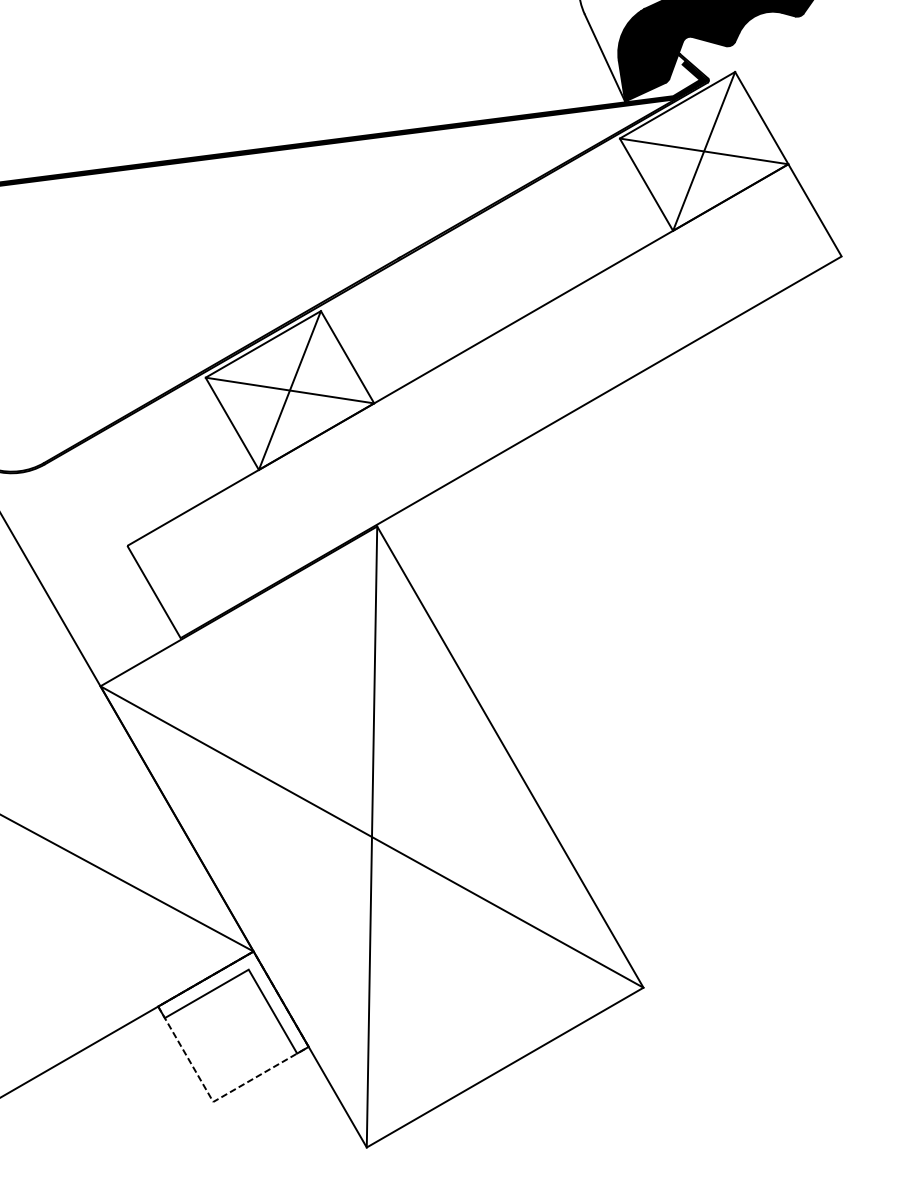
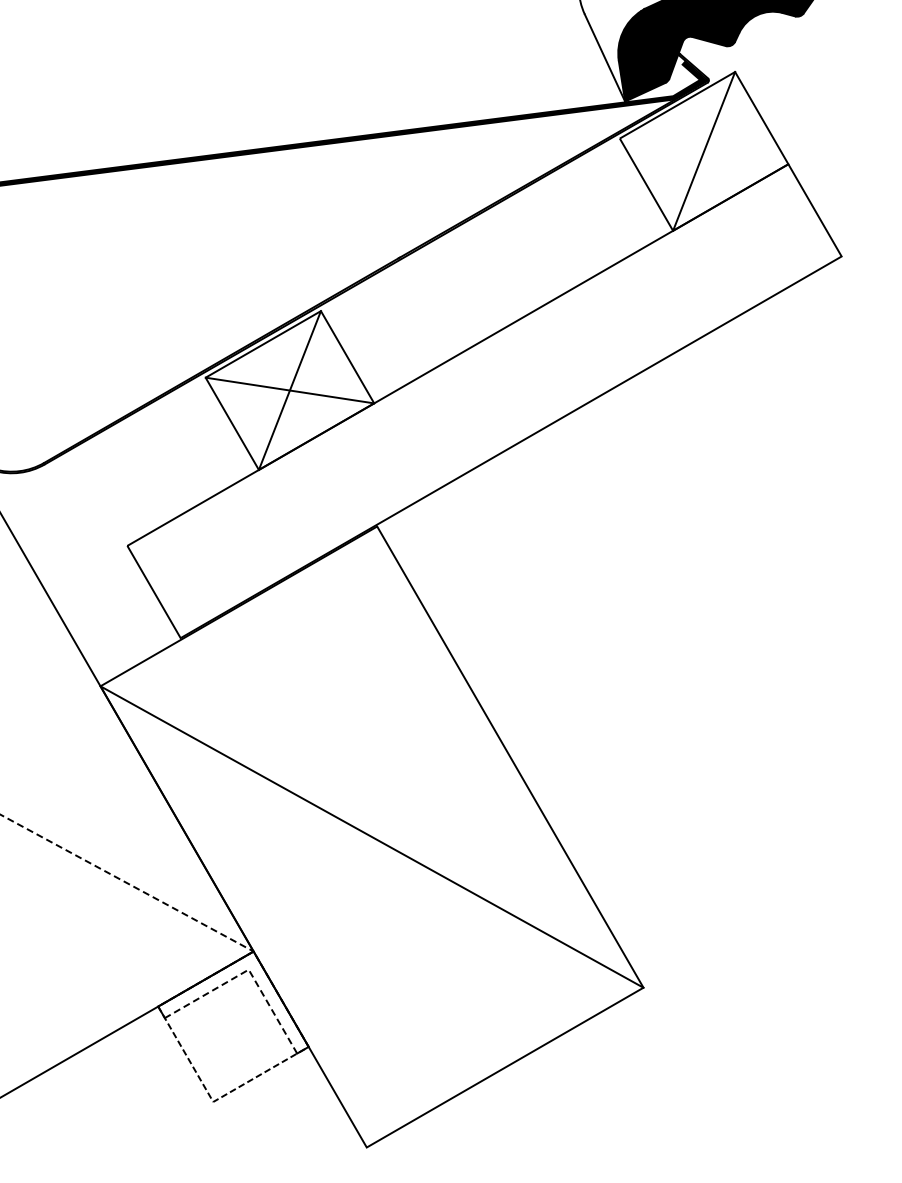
line at (703, 151): present -> none
line at (371, 836): present -> none
line at (127, 883): solid -> dashed
line at (248, 969): solid -> dashed
